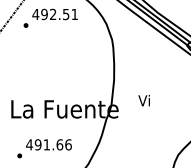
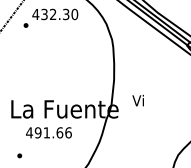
text at (59, 14): 492.51 -> 432.30
text at (143, 100) position: (143, 100) -> (137, 100)
text at (48, 144) position: (48, 144) -> (48, 132)
